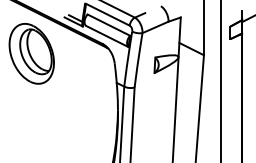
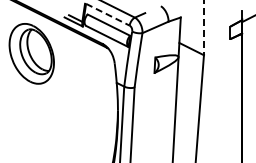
line at (108, 14): solid -> dashed
line at (203, 28): solid -> dashed
line at (220, 80): present -> none
